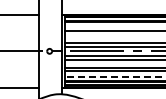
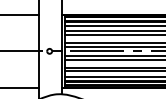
line at (113, 25): none -> present
line at (113, 34): none -> present
line at (114, 76): dashed -> solid
